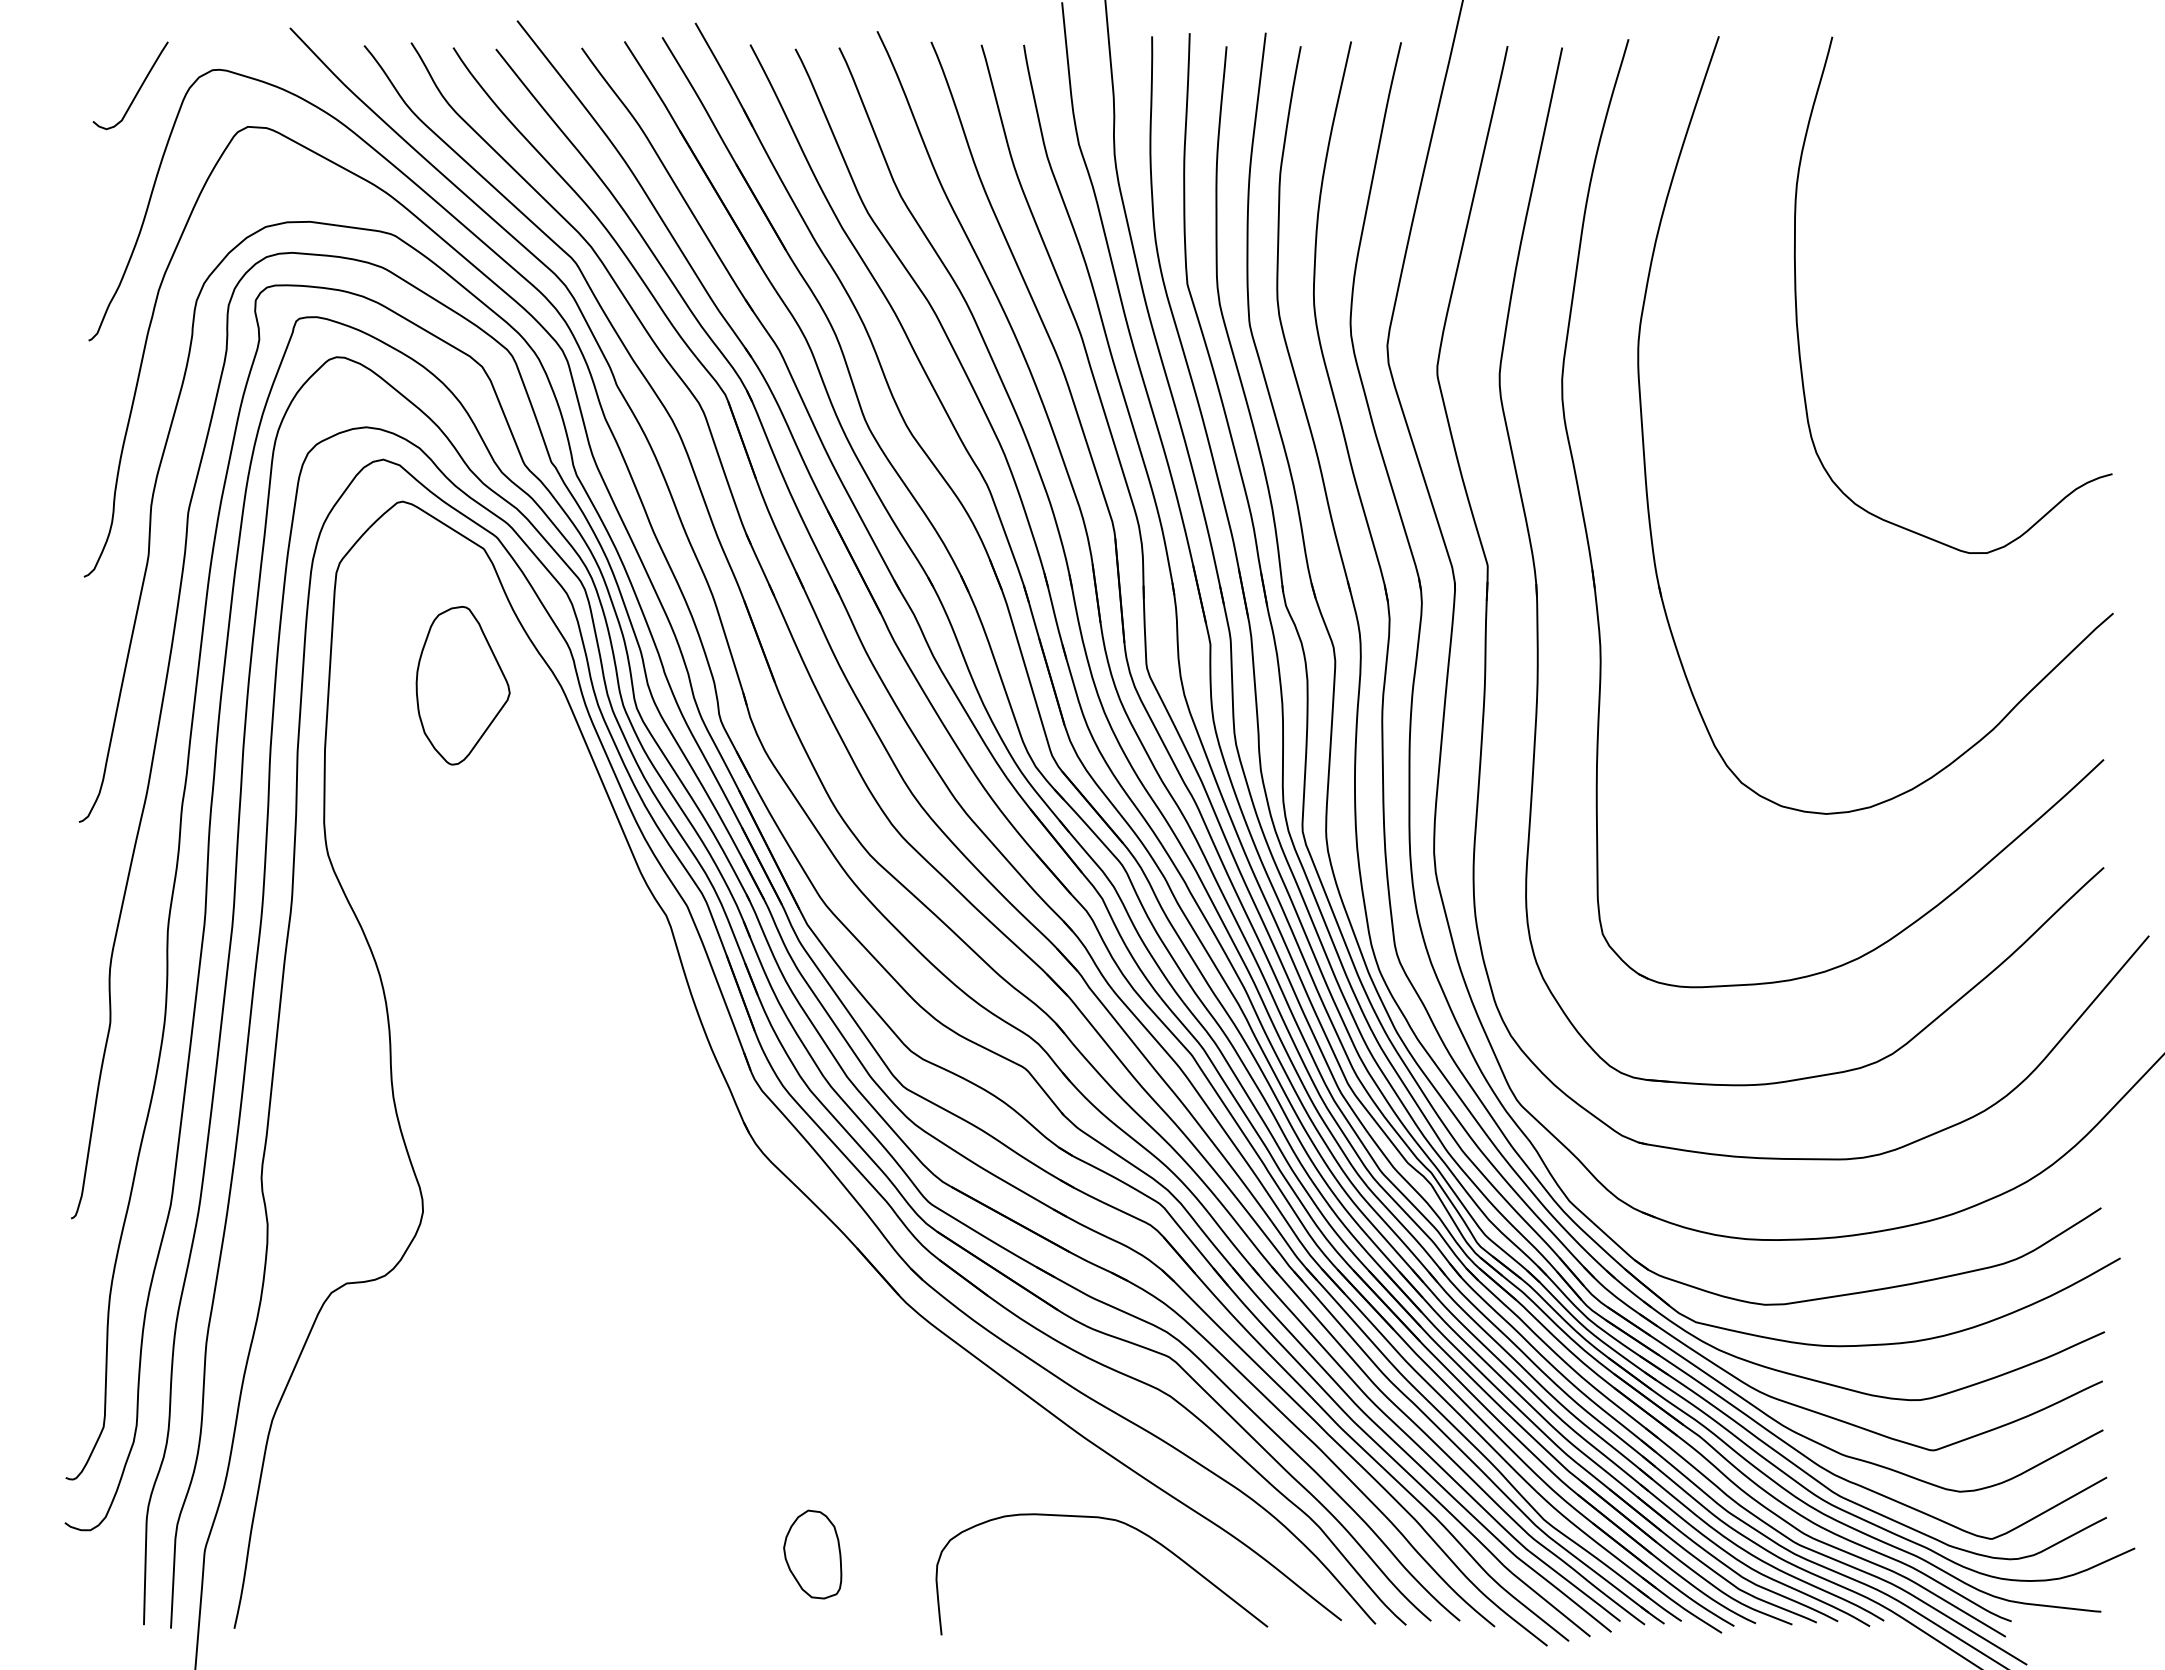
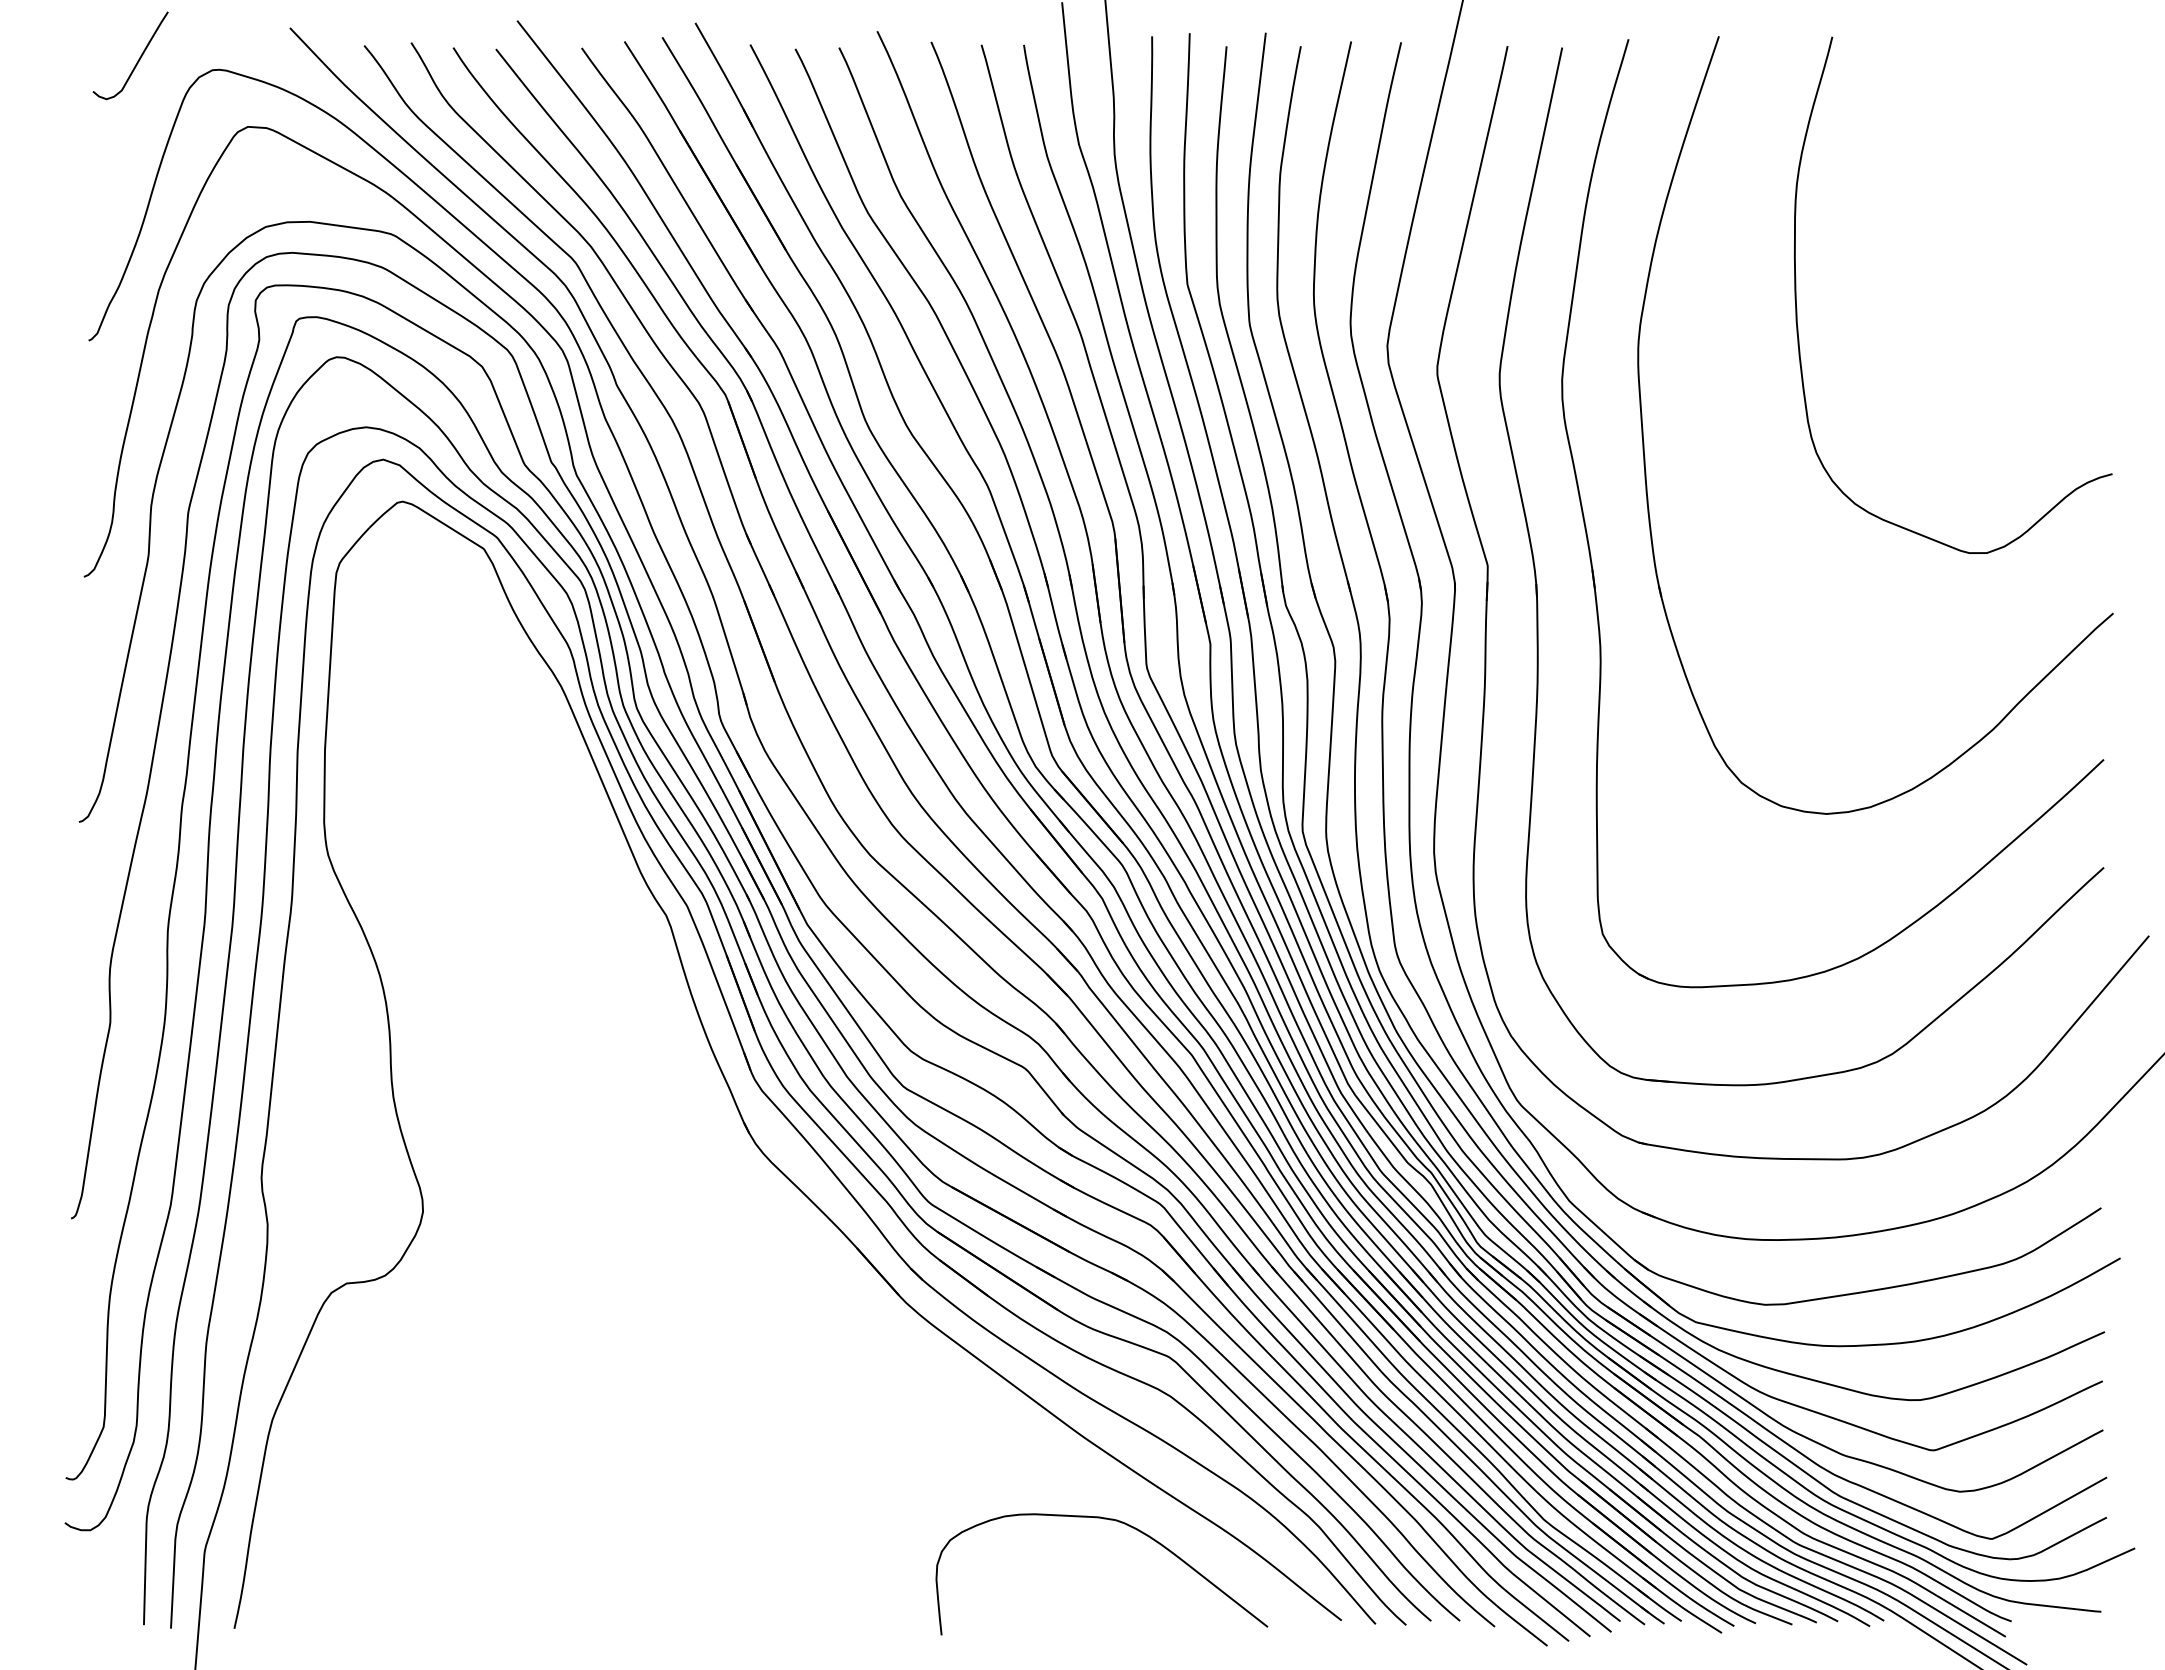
curve at (137, 90) position: (137, 90) -> (137, 60)
part at (462, 685): present -> none
part at (812, 1554): present -> none
